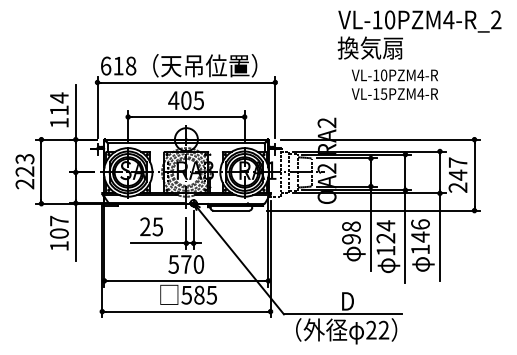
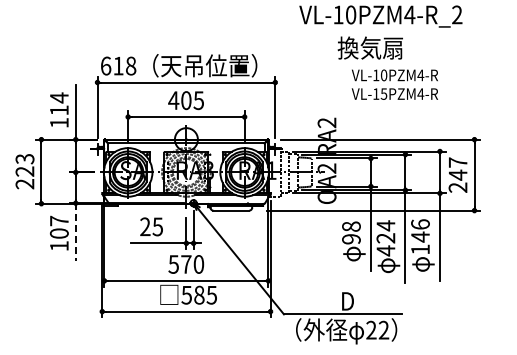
text at (419, 21) position: (419, 21) -> (380, 16)
line at (75, 231): solid -> dashed
text at (385, 250): 124 -> 424
